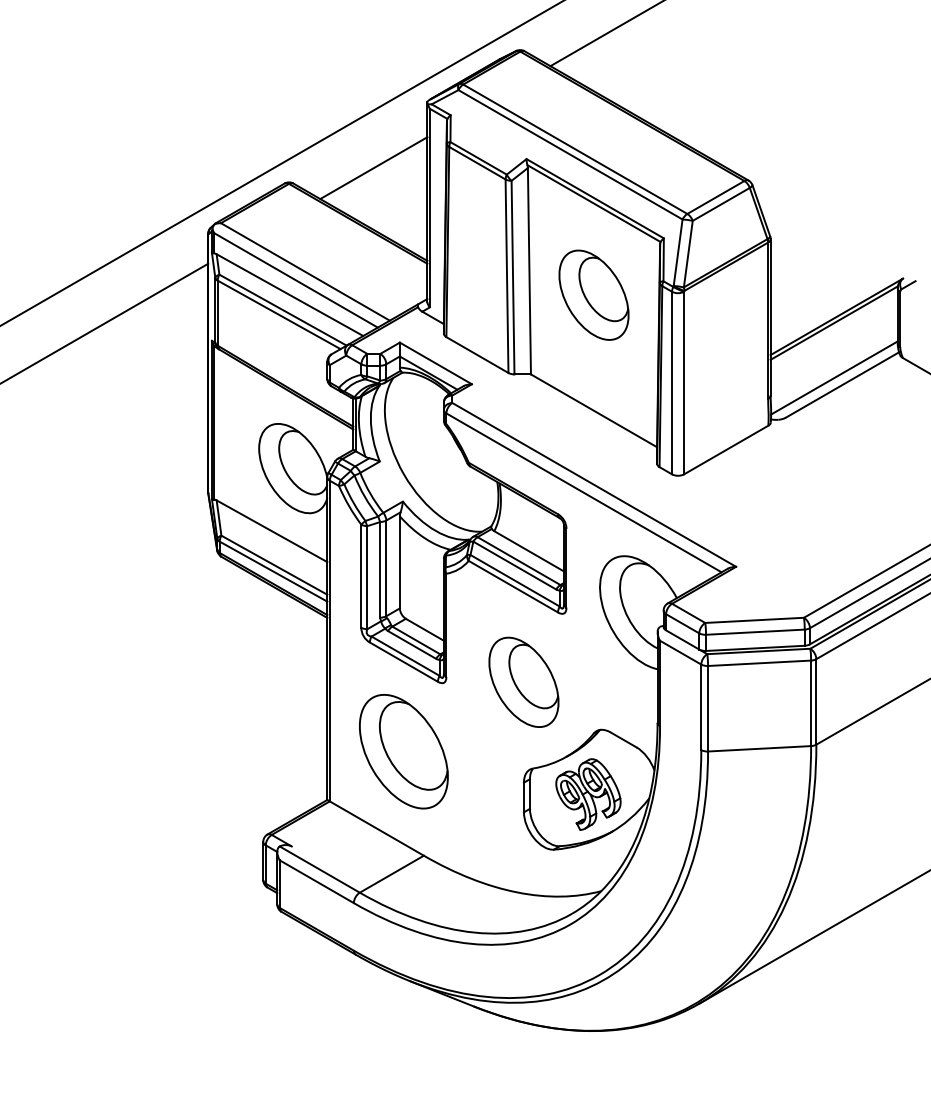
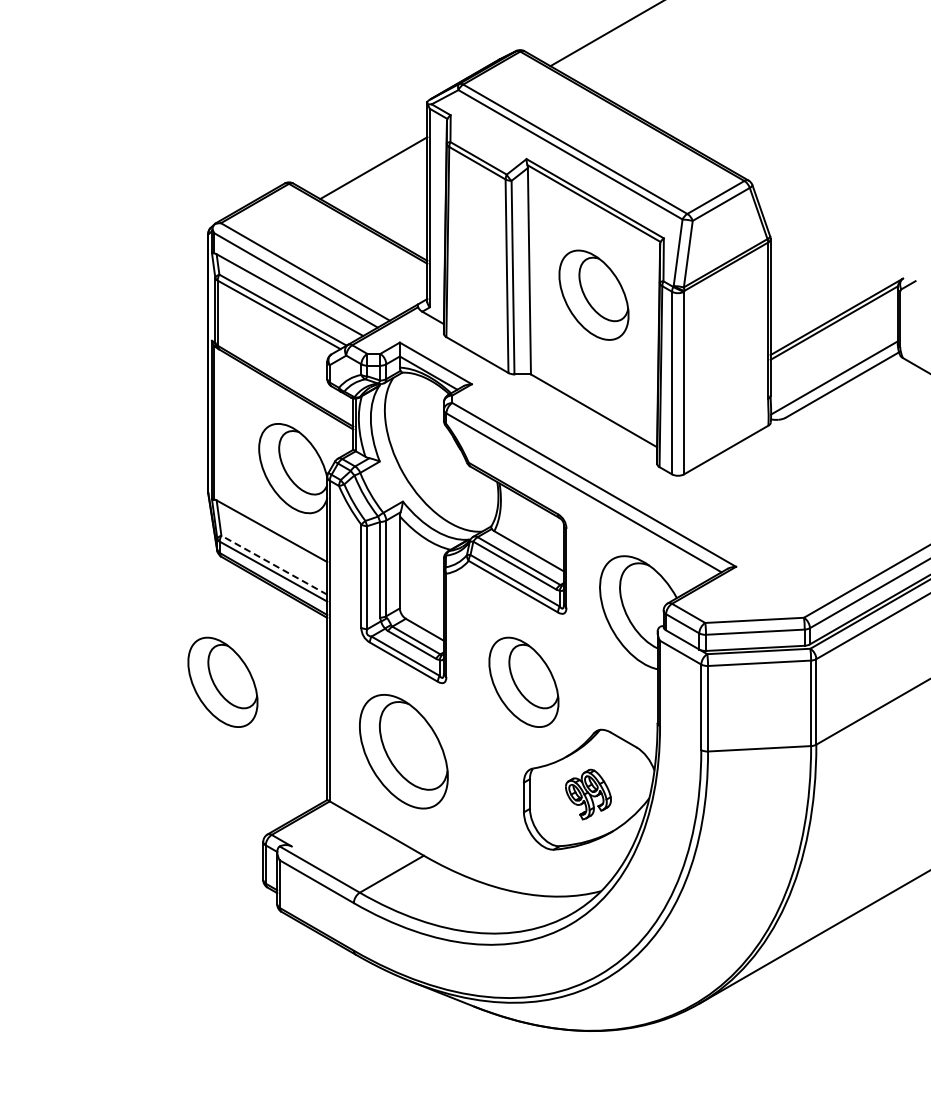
line at (281, 163): present -> none
line at (105, 322): present -> none
line at (274, 565): solid -> dashed
part at (222, 681): none -> present
part at (588, 794) size: 67x73 px -> 47x53 px
